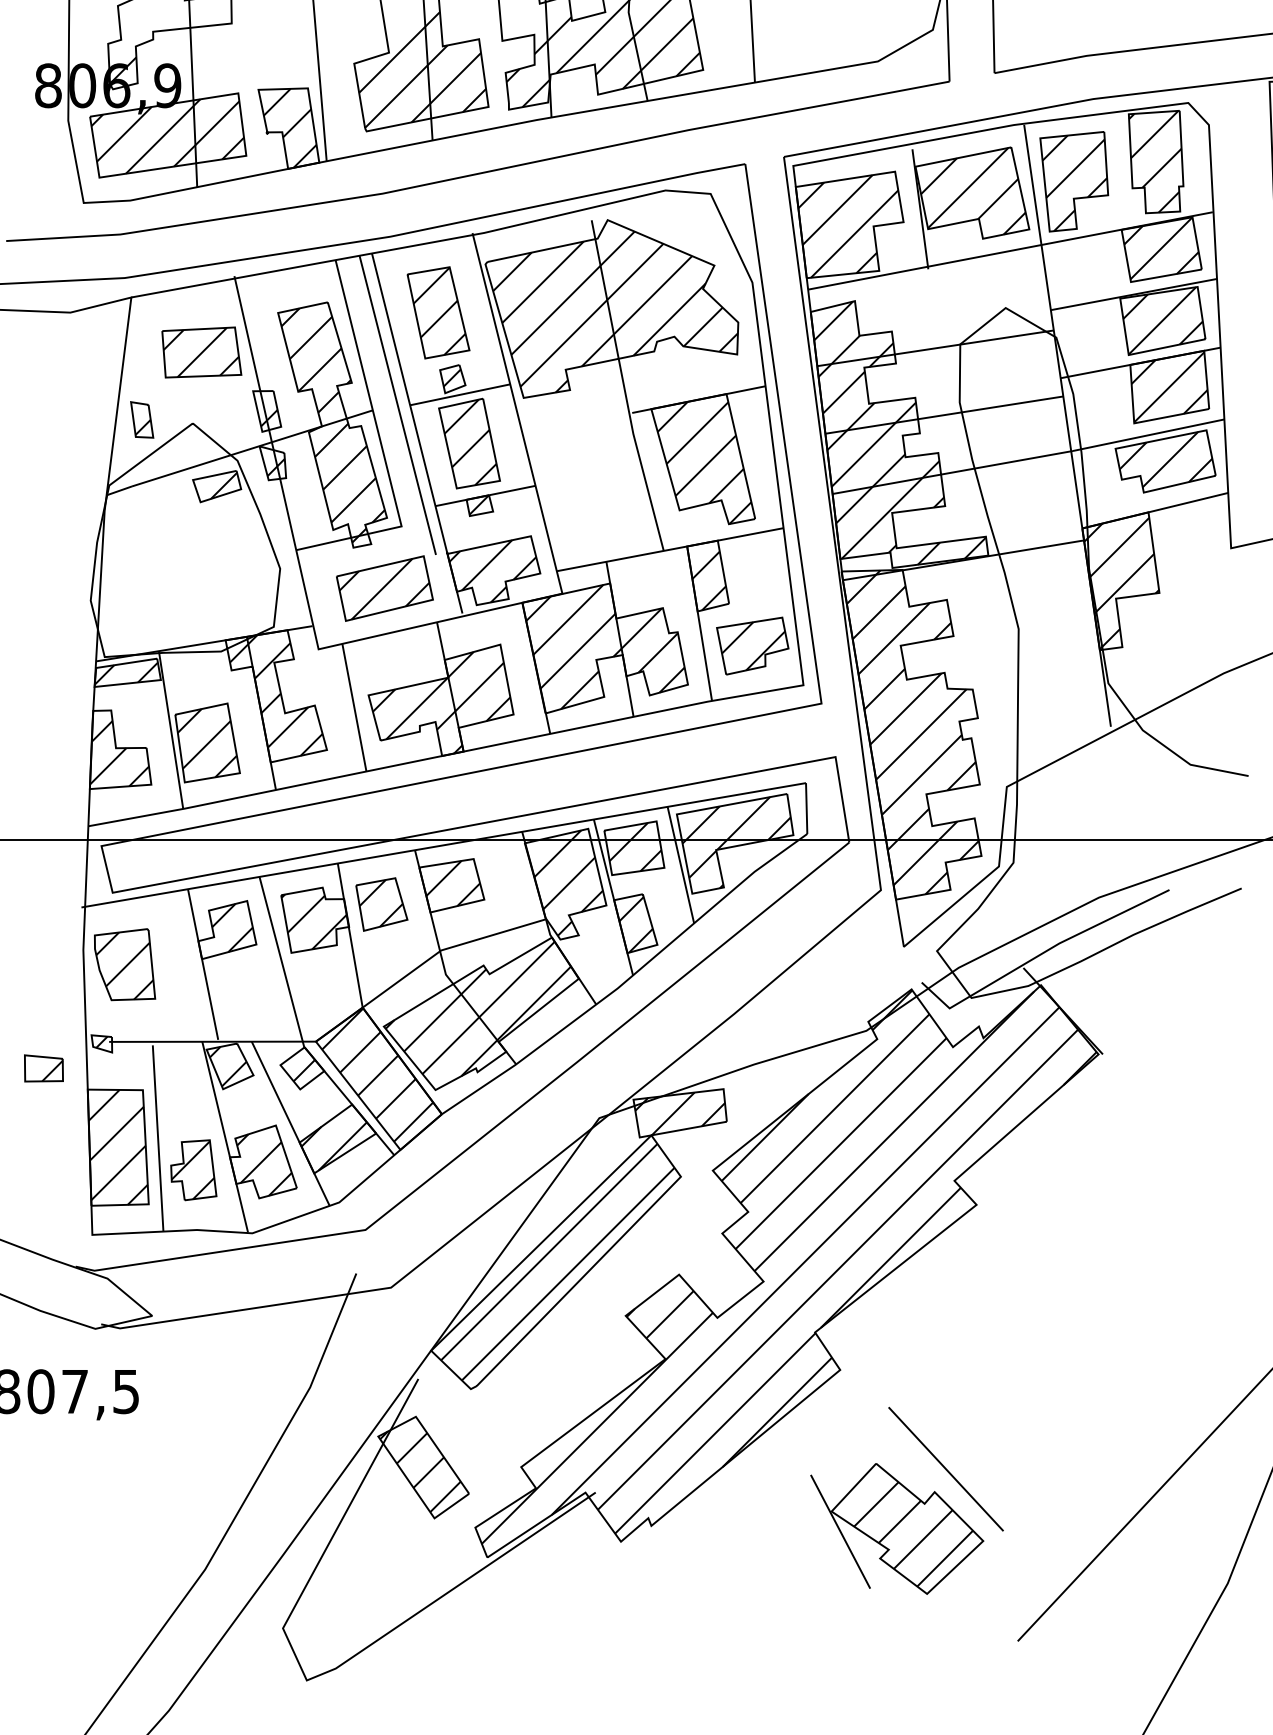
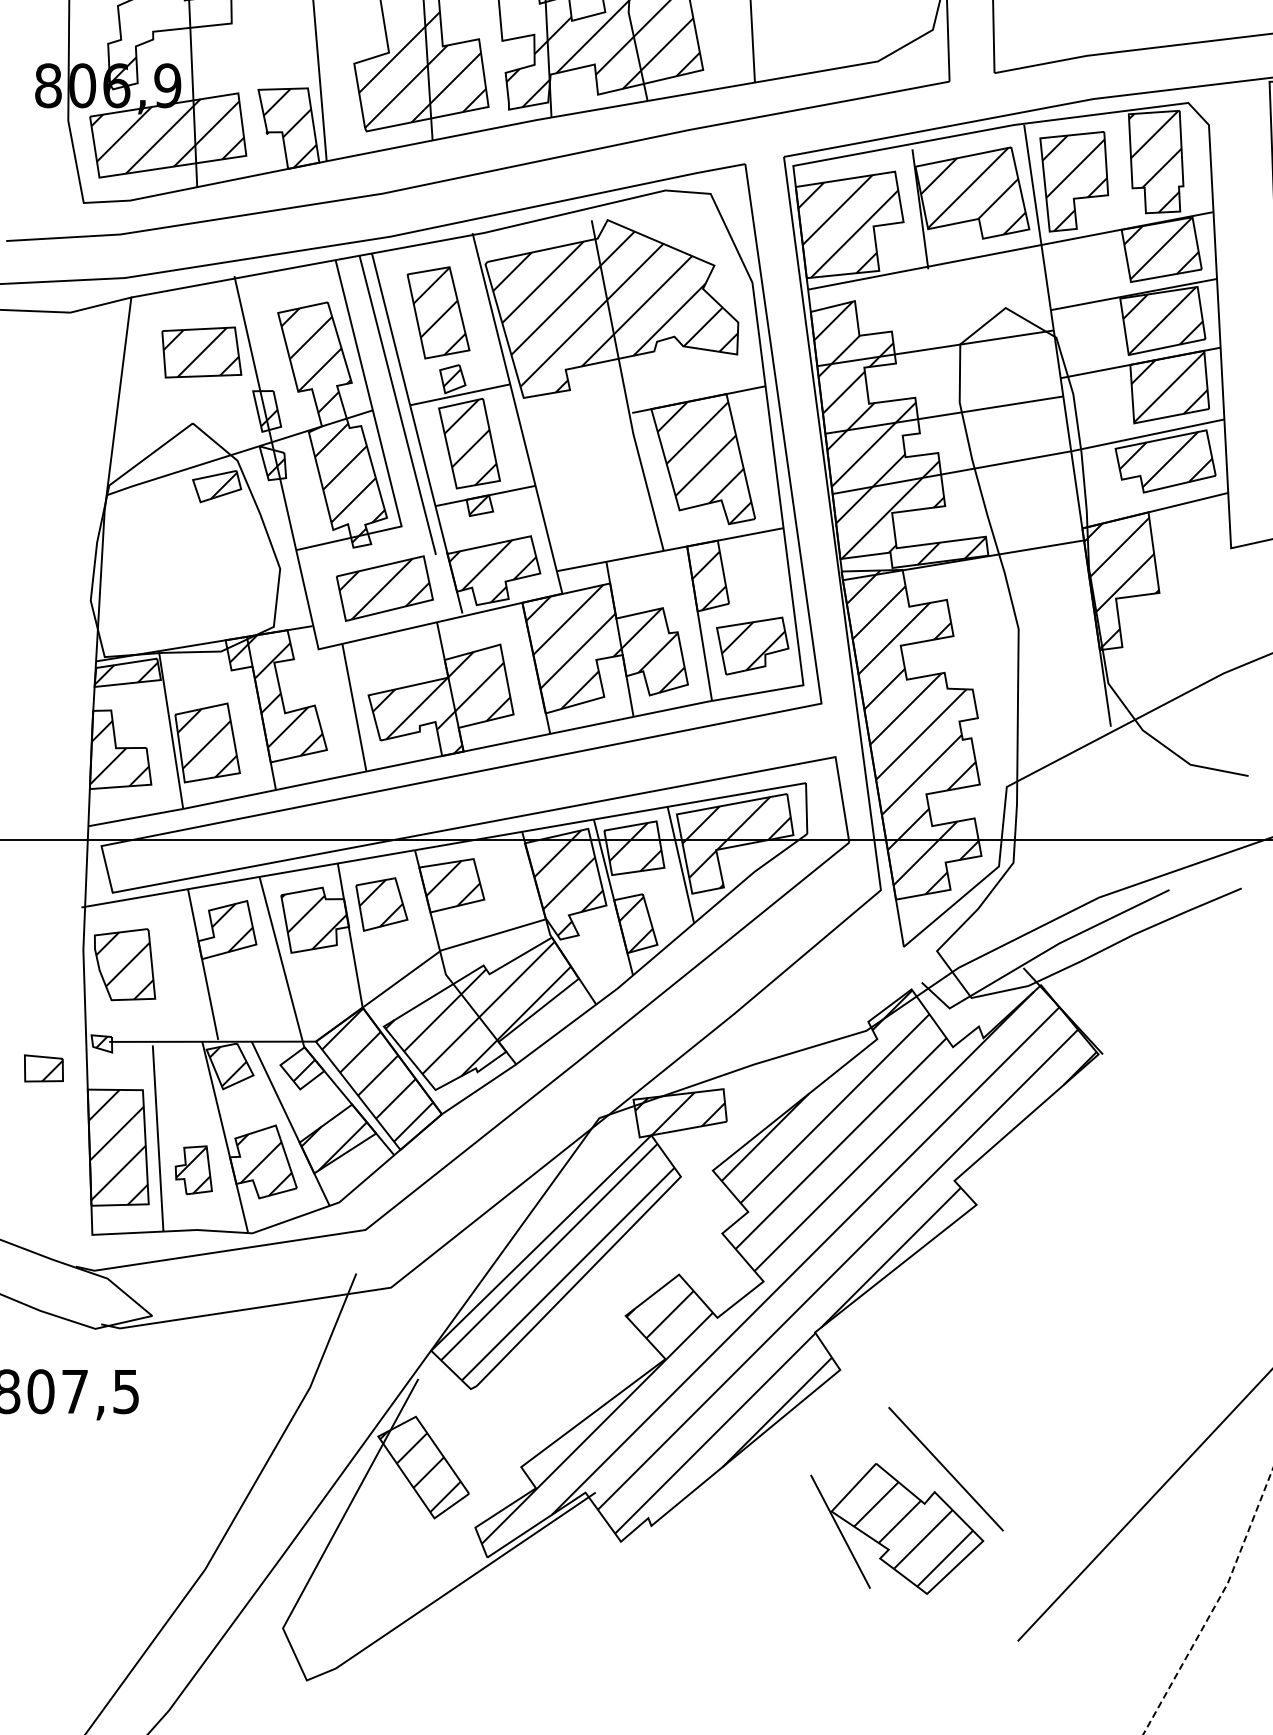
part at (142, 419): present -> none
part at (193, 1170) size: 48x63 px -> 39x51 px
line at (1216, 1604): solid -> dashed
